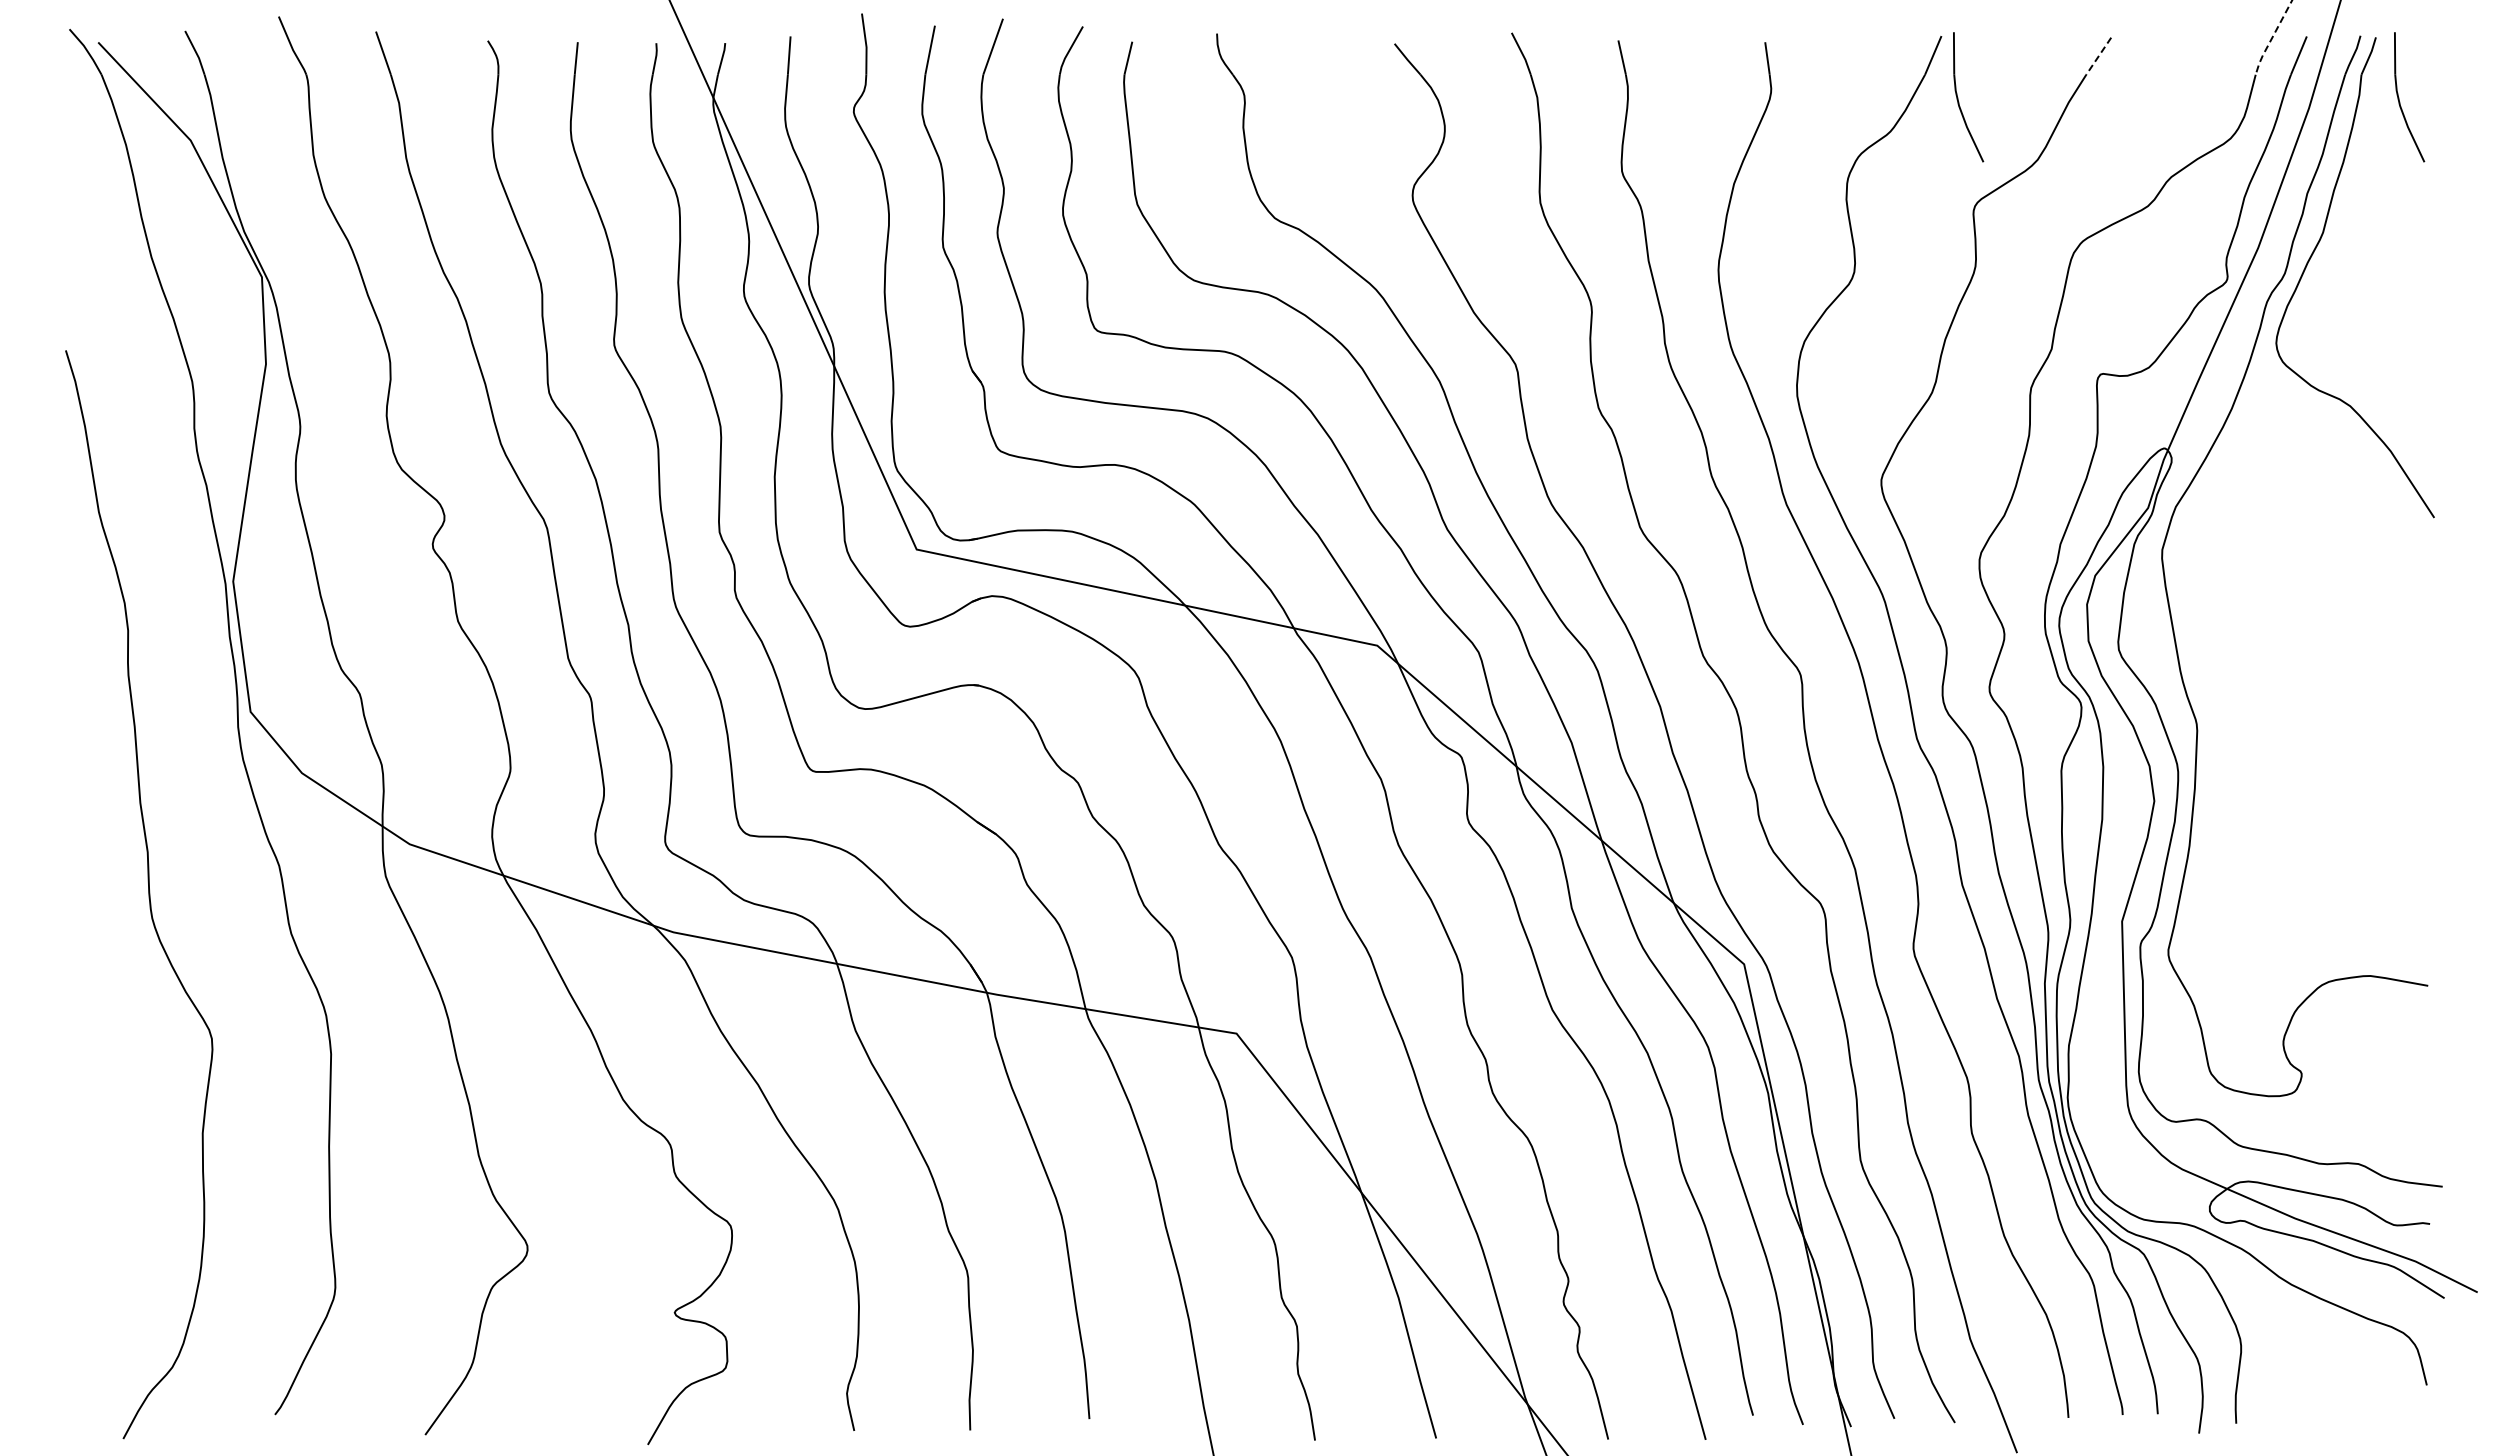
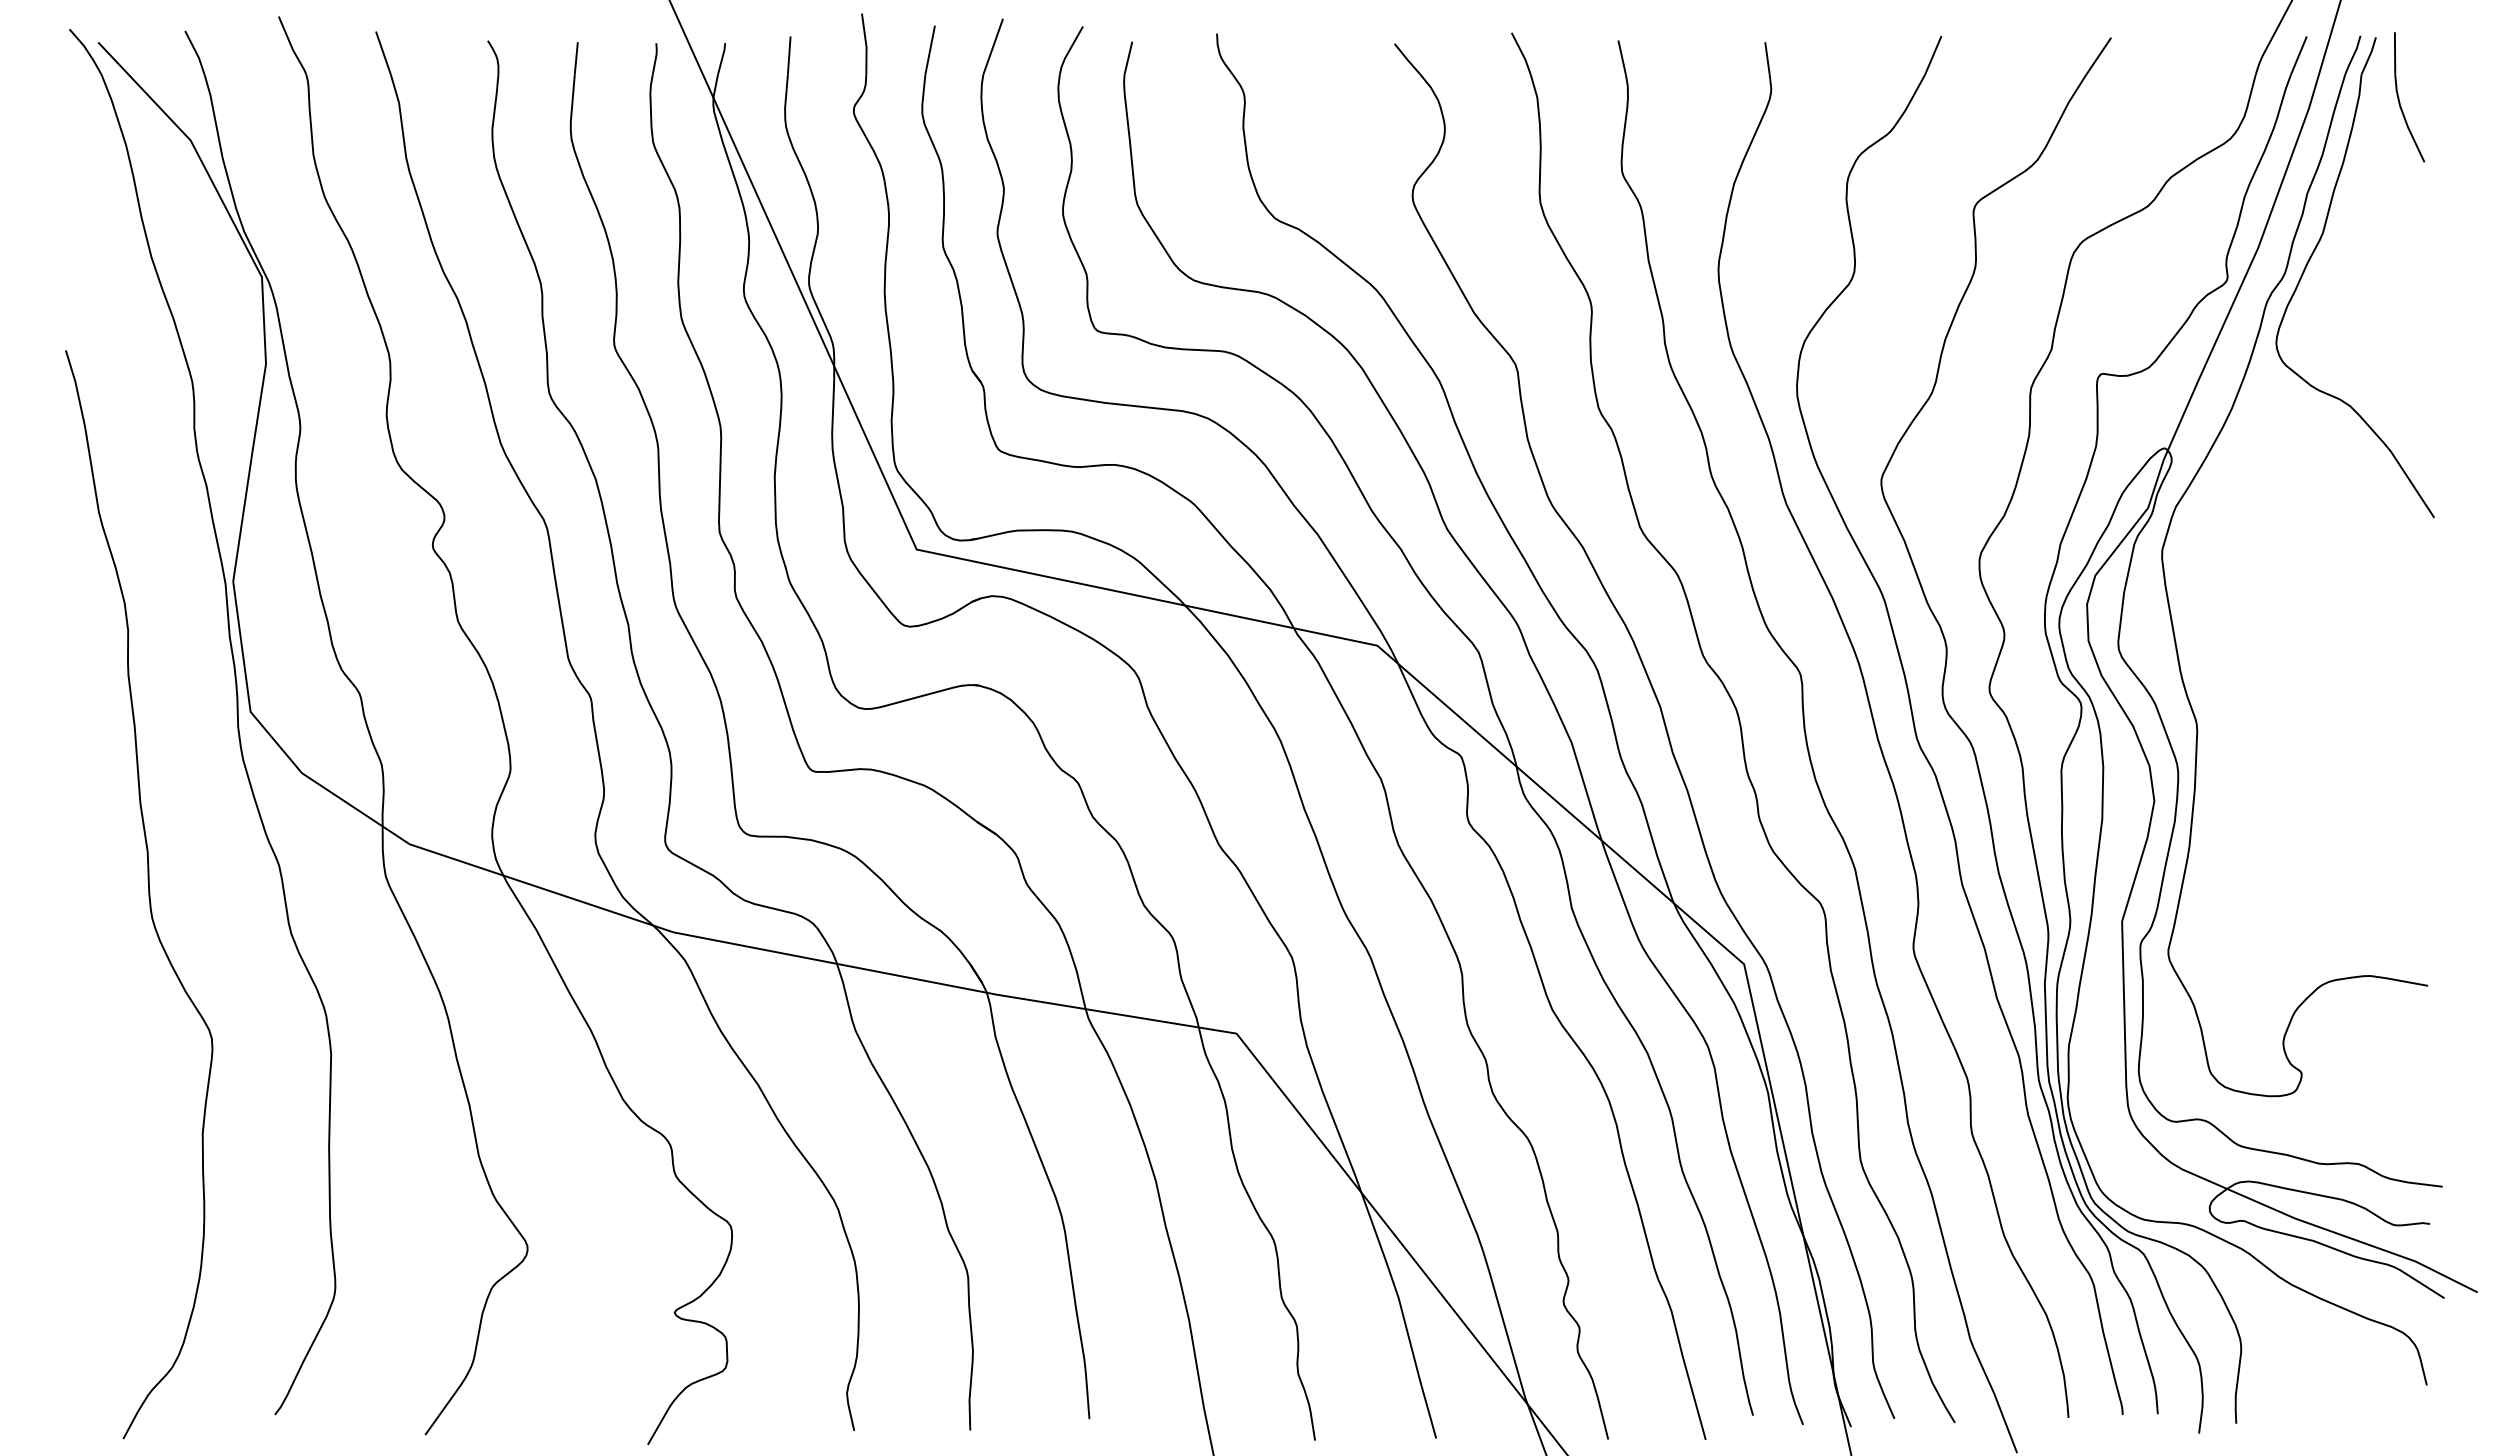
line at (2271, 39): dashed -> solid
line at (2098, 56): dashed -> solid
part at (1958, 97): present -> none
